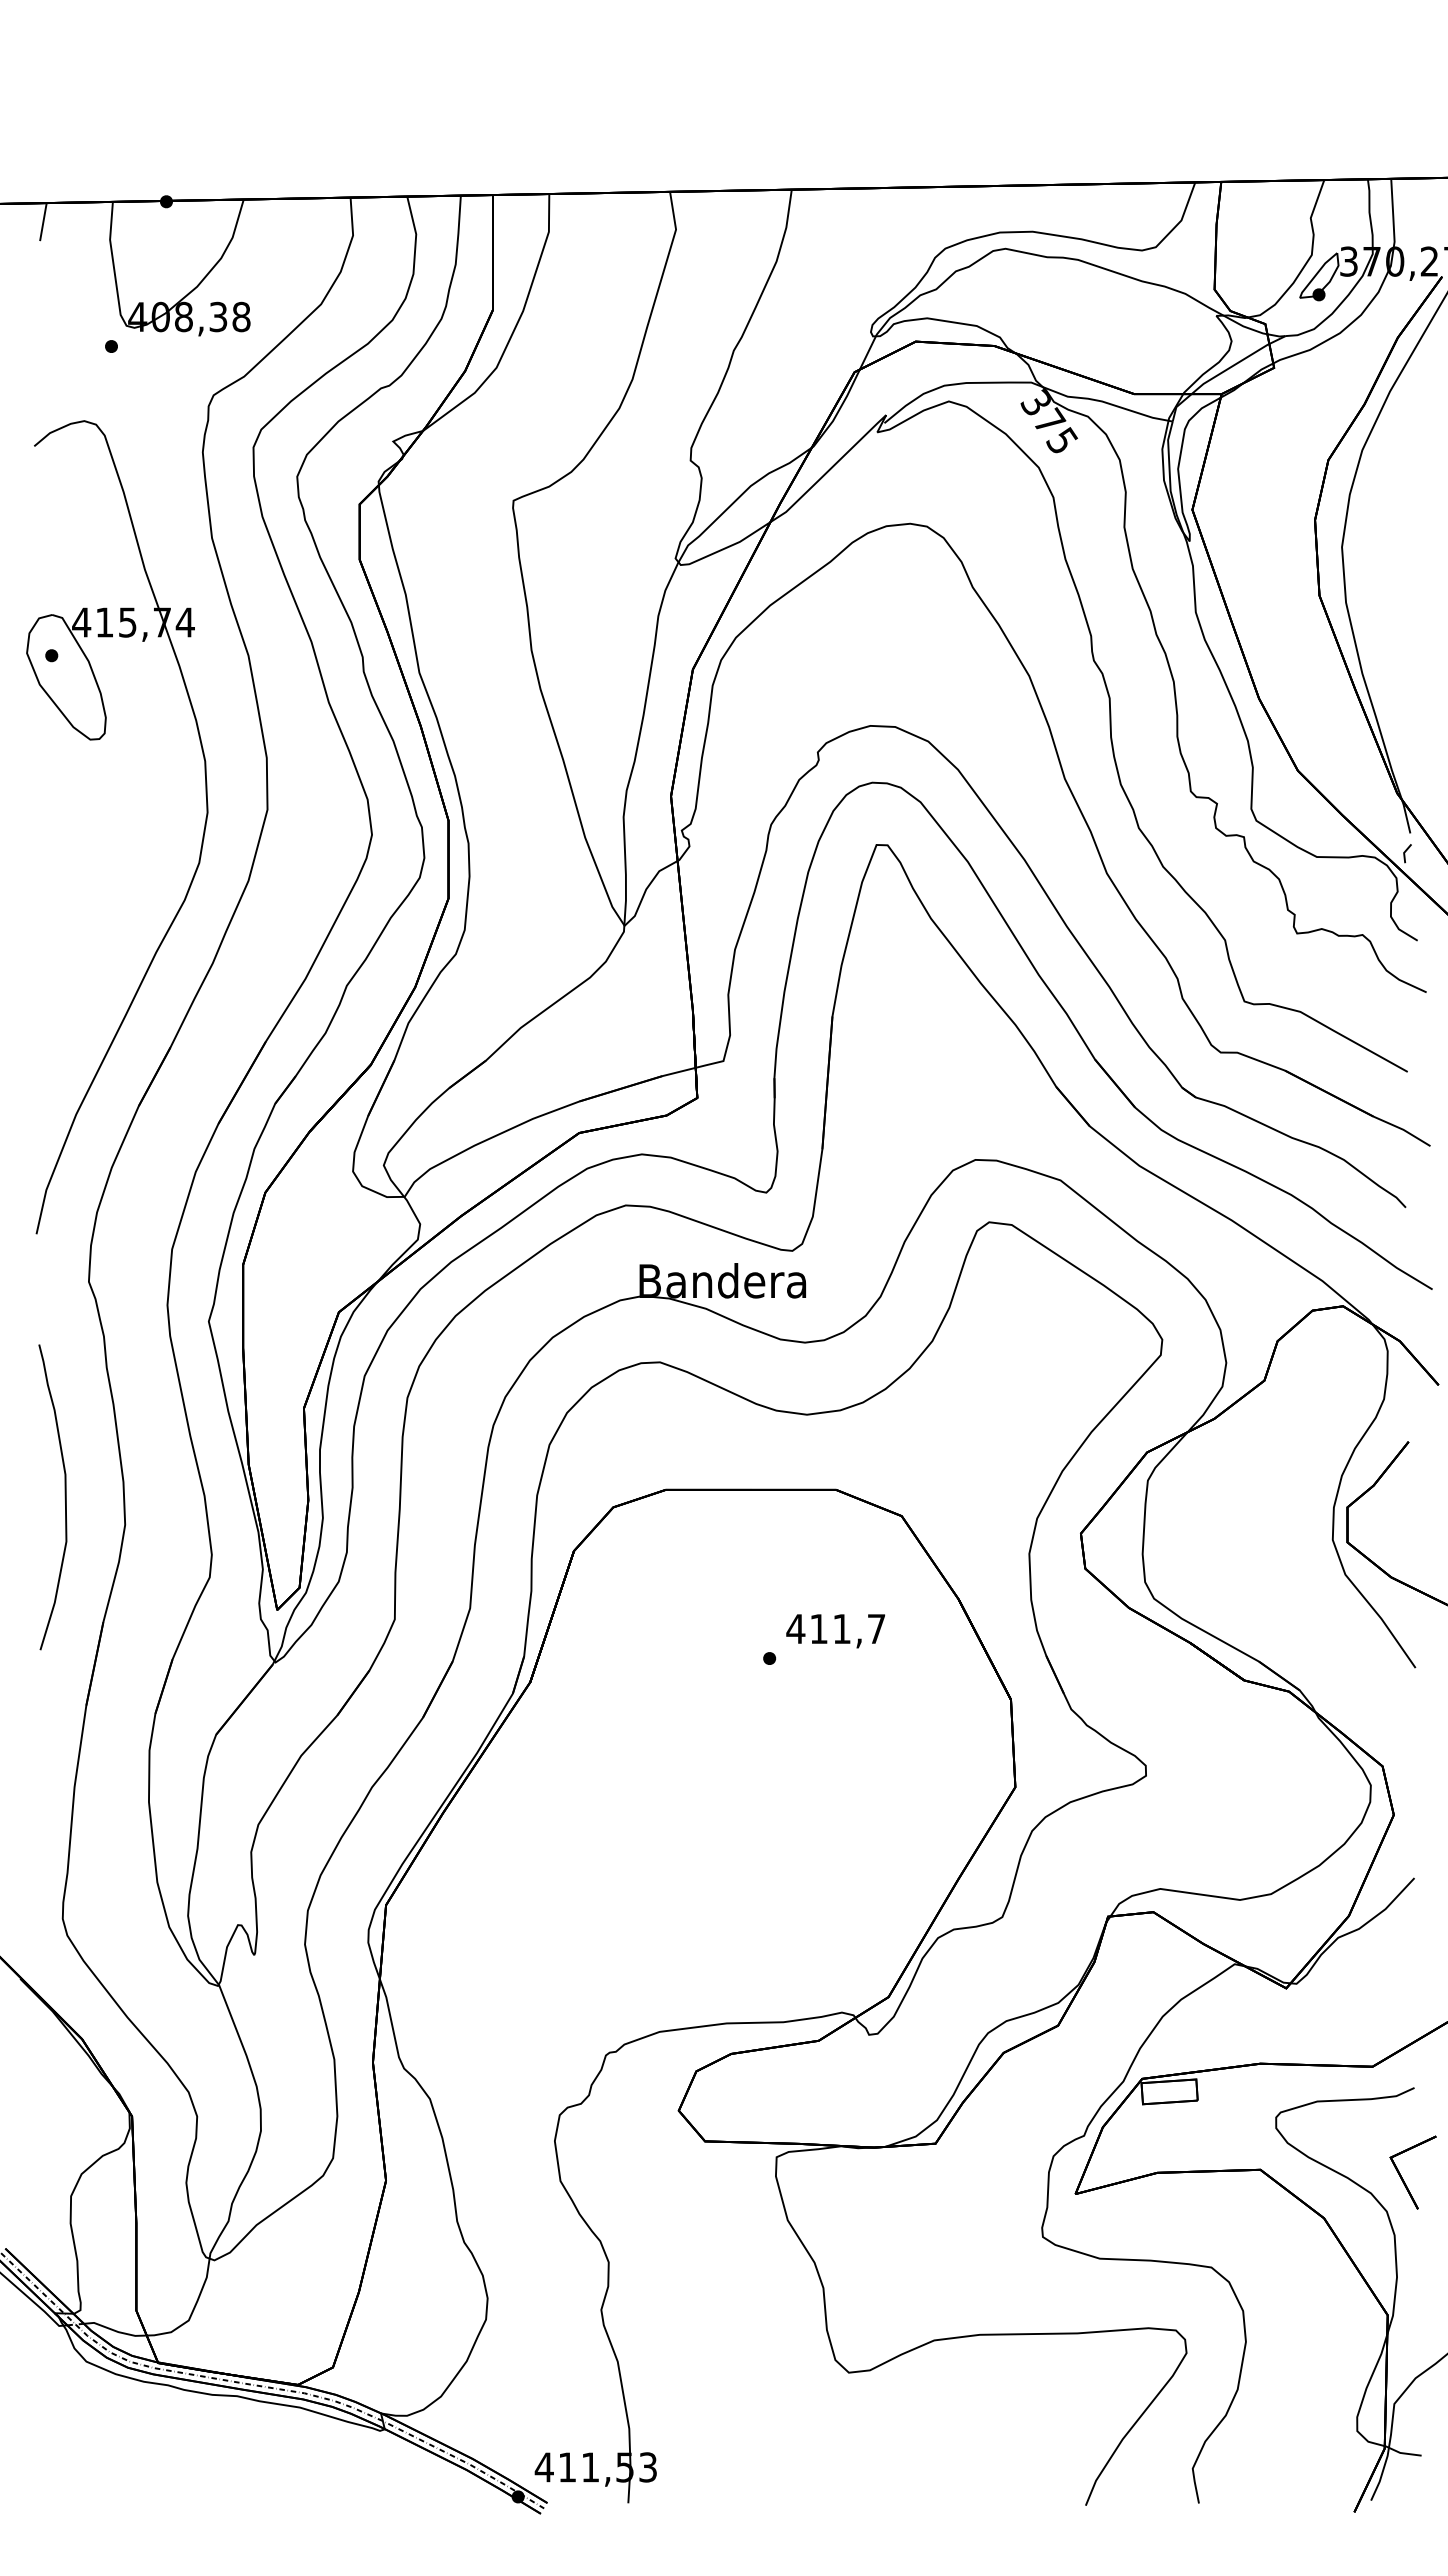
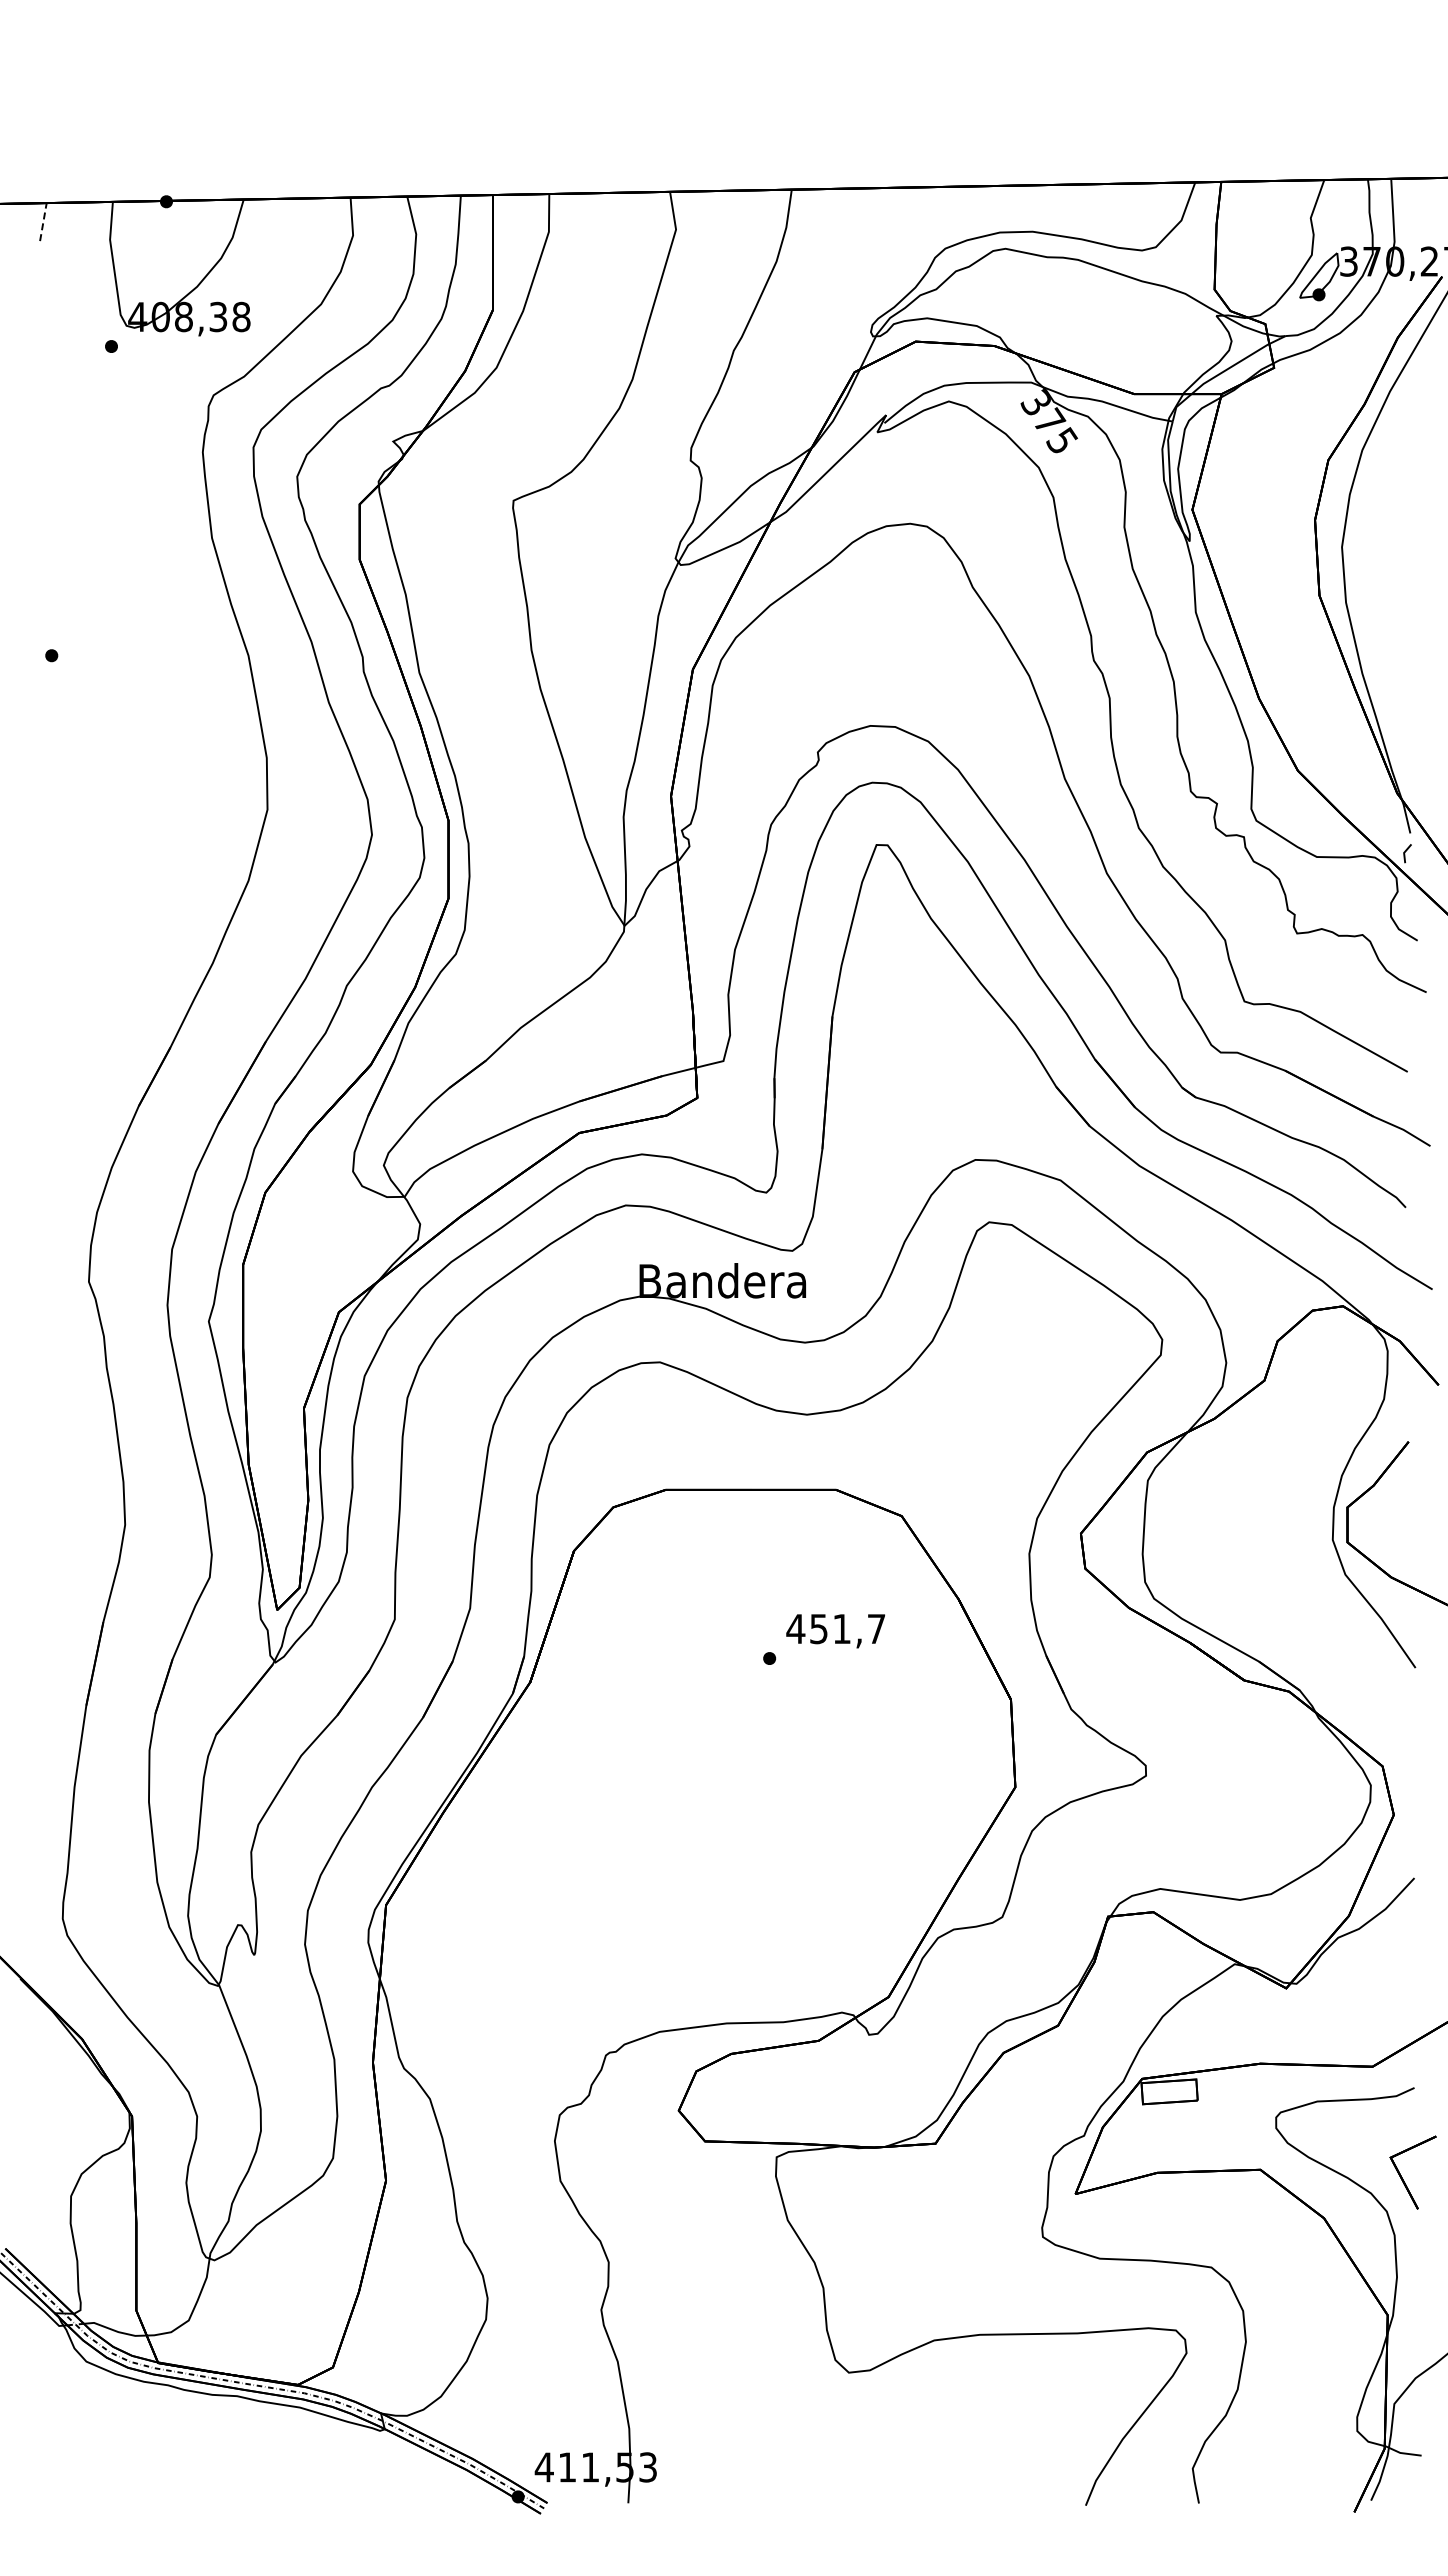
line at (43, 221): solid -> dashed
part at (201, 841): present -> none
curve at (64, 1497): present -> none
text at (818, 1629): 411,7 -> 451,7
